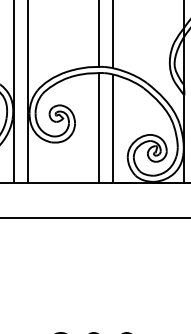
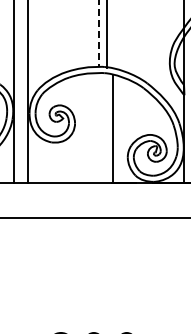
line at (99, 33): solid -> dashed
line at (113, 35) position: (113, 35) -> (107, 35)
line at (99, 127): present -> none
